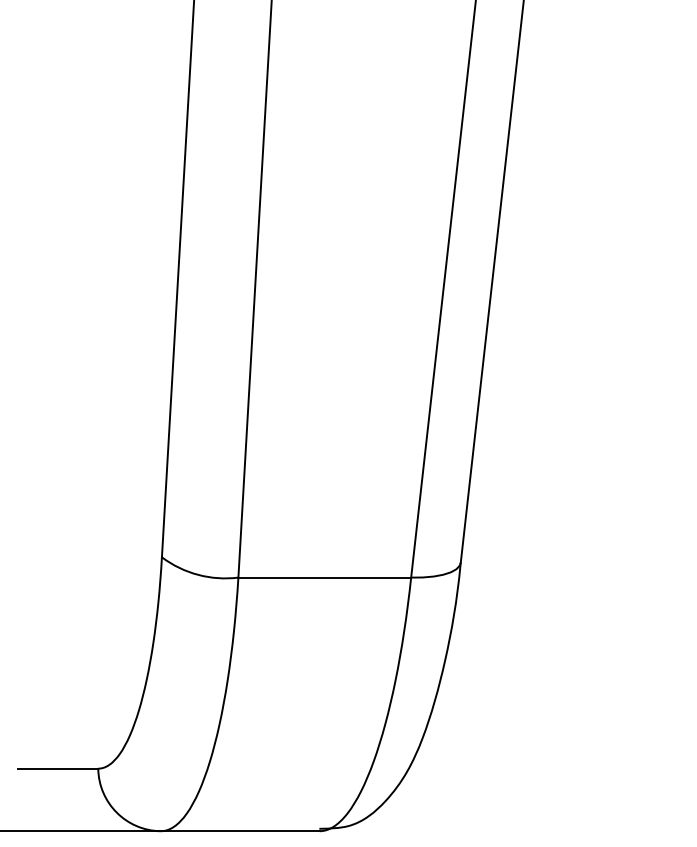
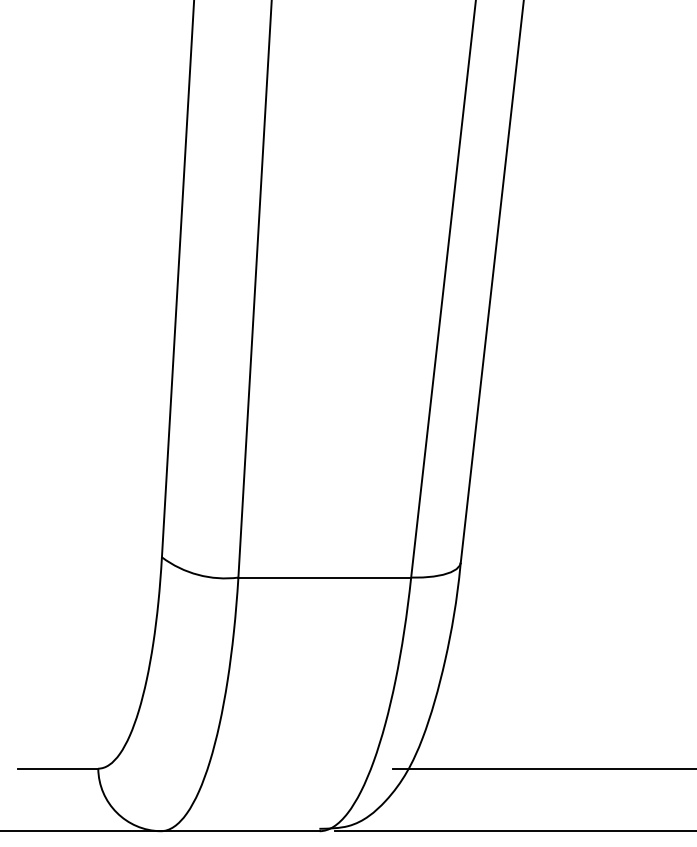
line at (542, 768): none -> present
line at (514, 831): none -> present
